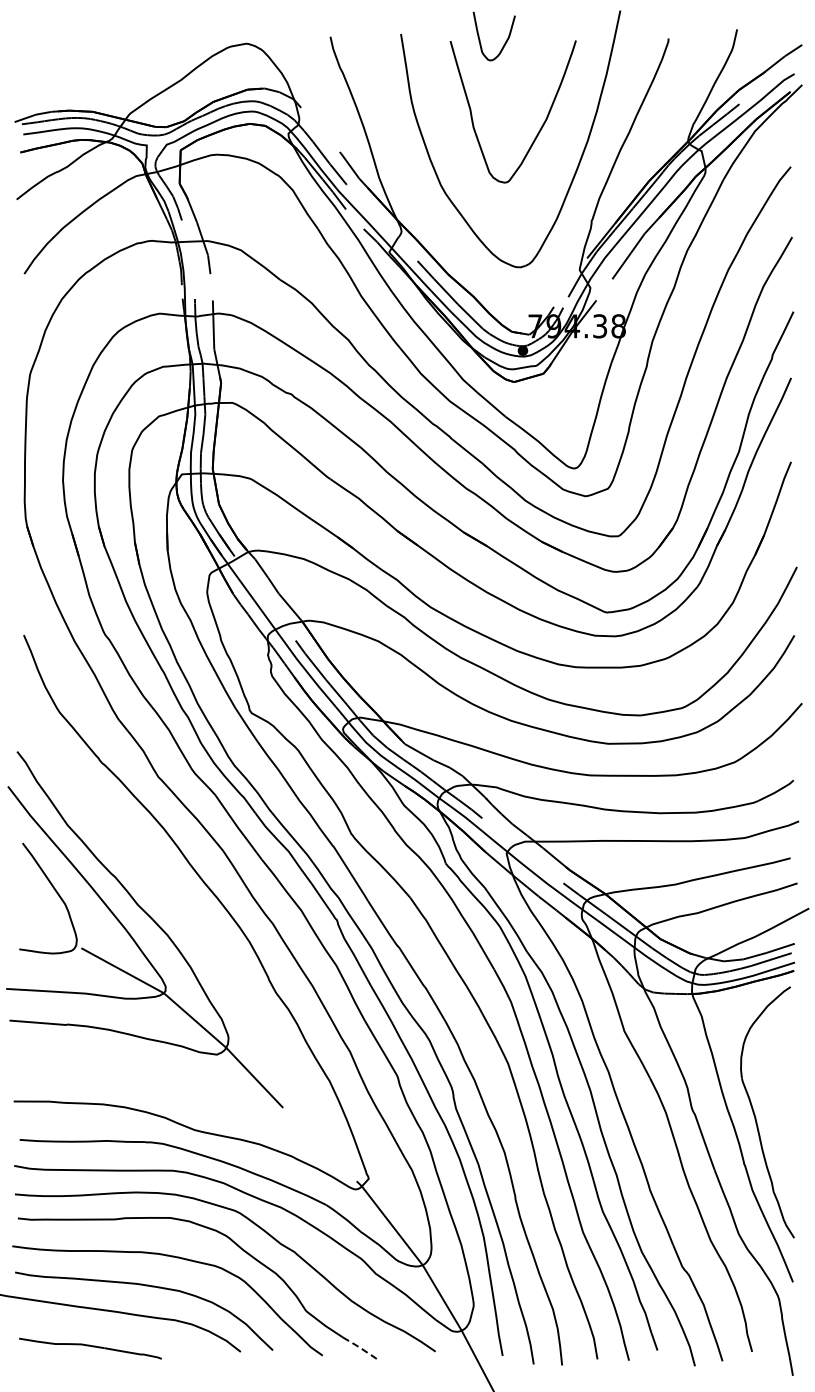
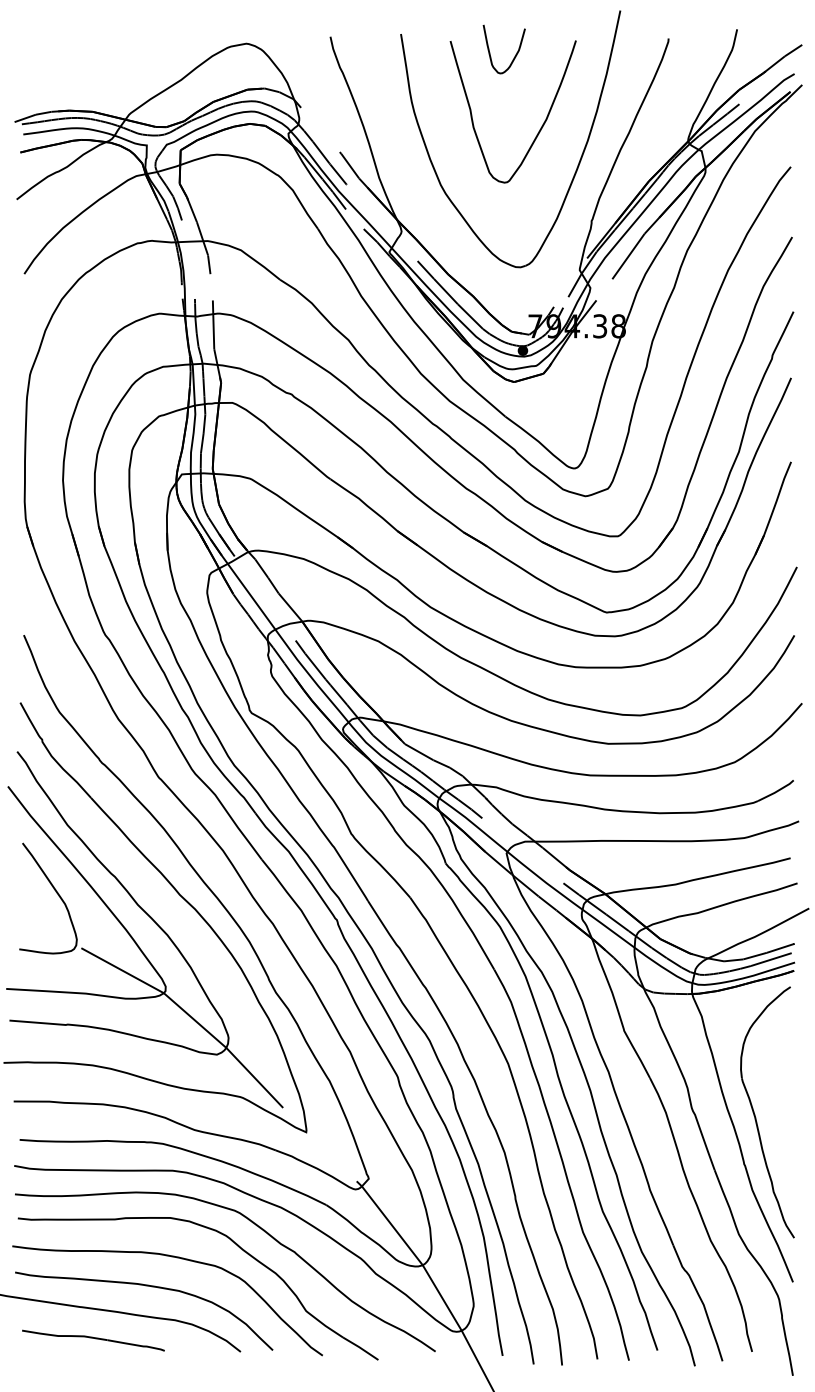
curve at (503, 44) position: (503, 44) -> (513, 57)
part at (178, 894): none -> present
part at (90, 1348) position: (90, 1348) -> (93, 1340)
line at (360, 1348): dashed -> solid
